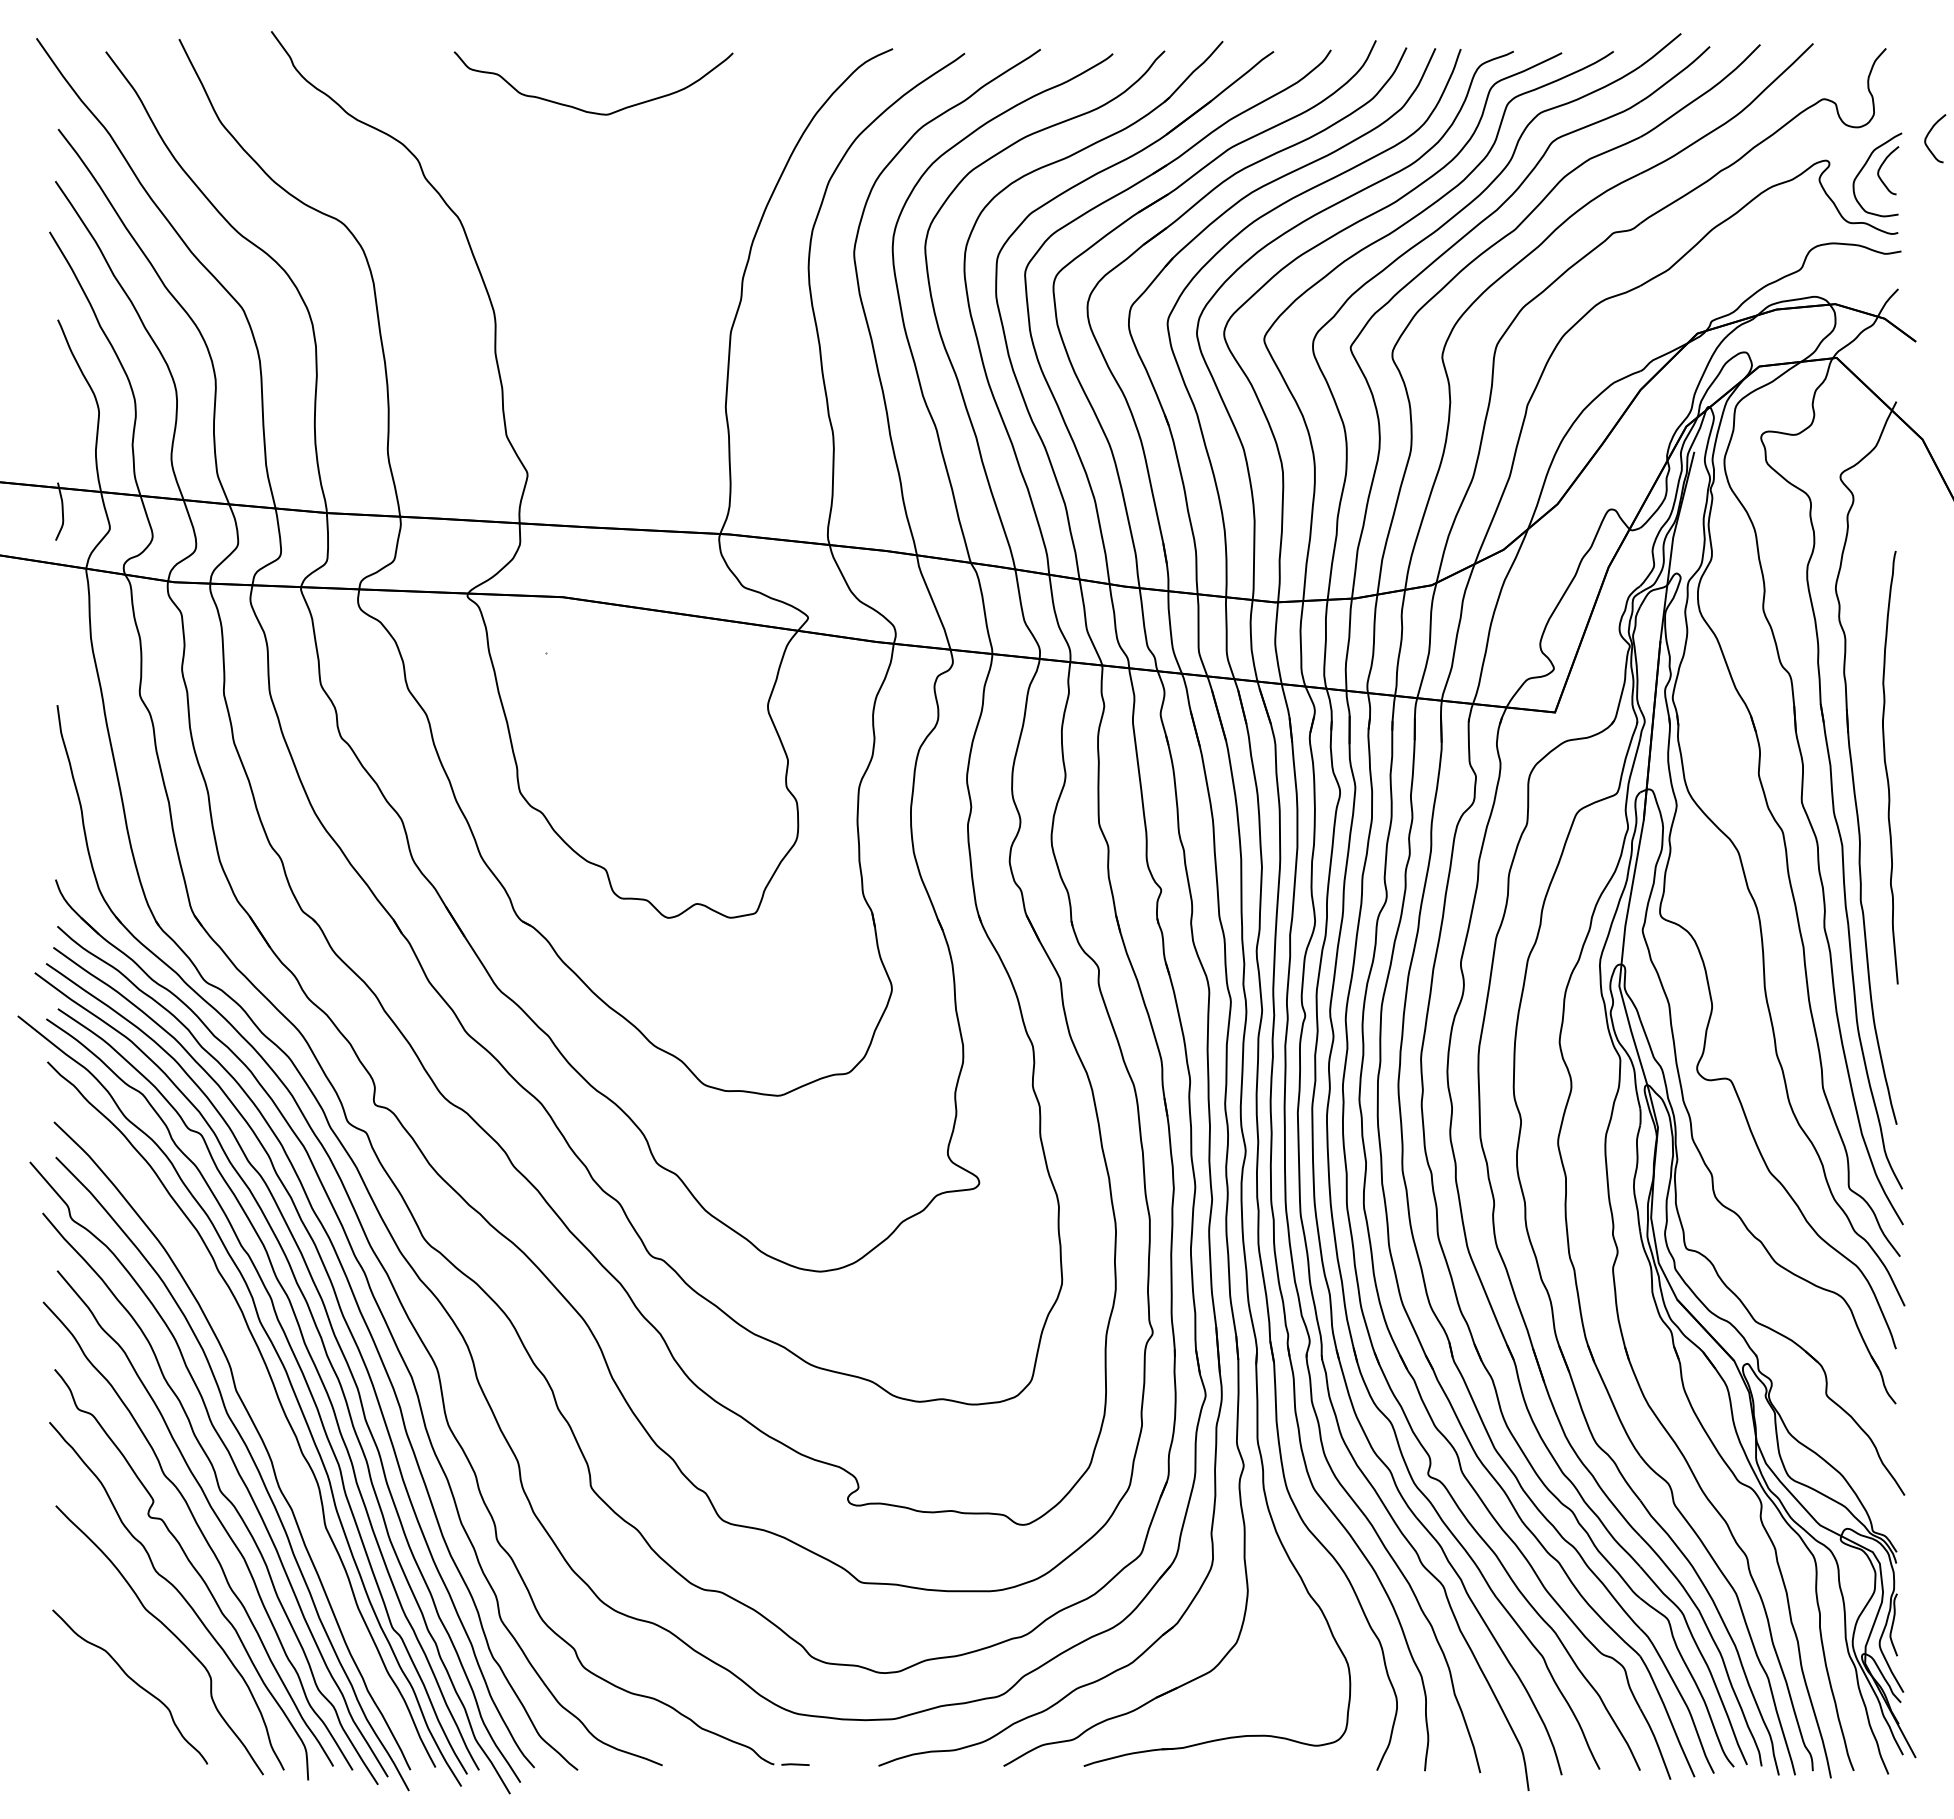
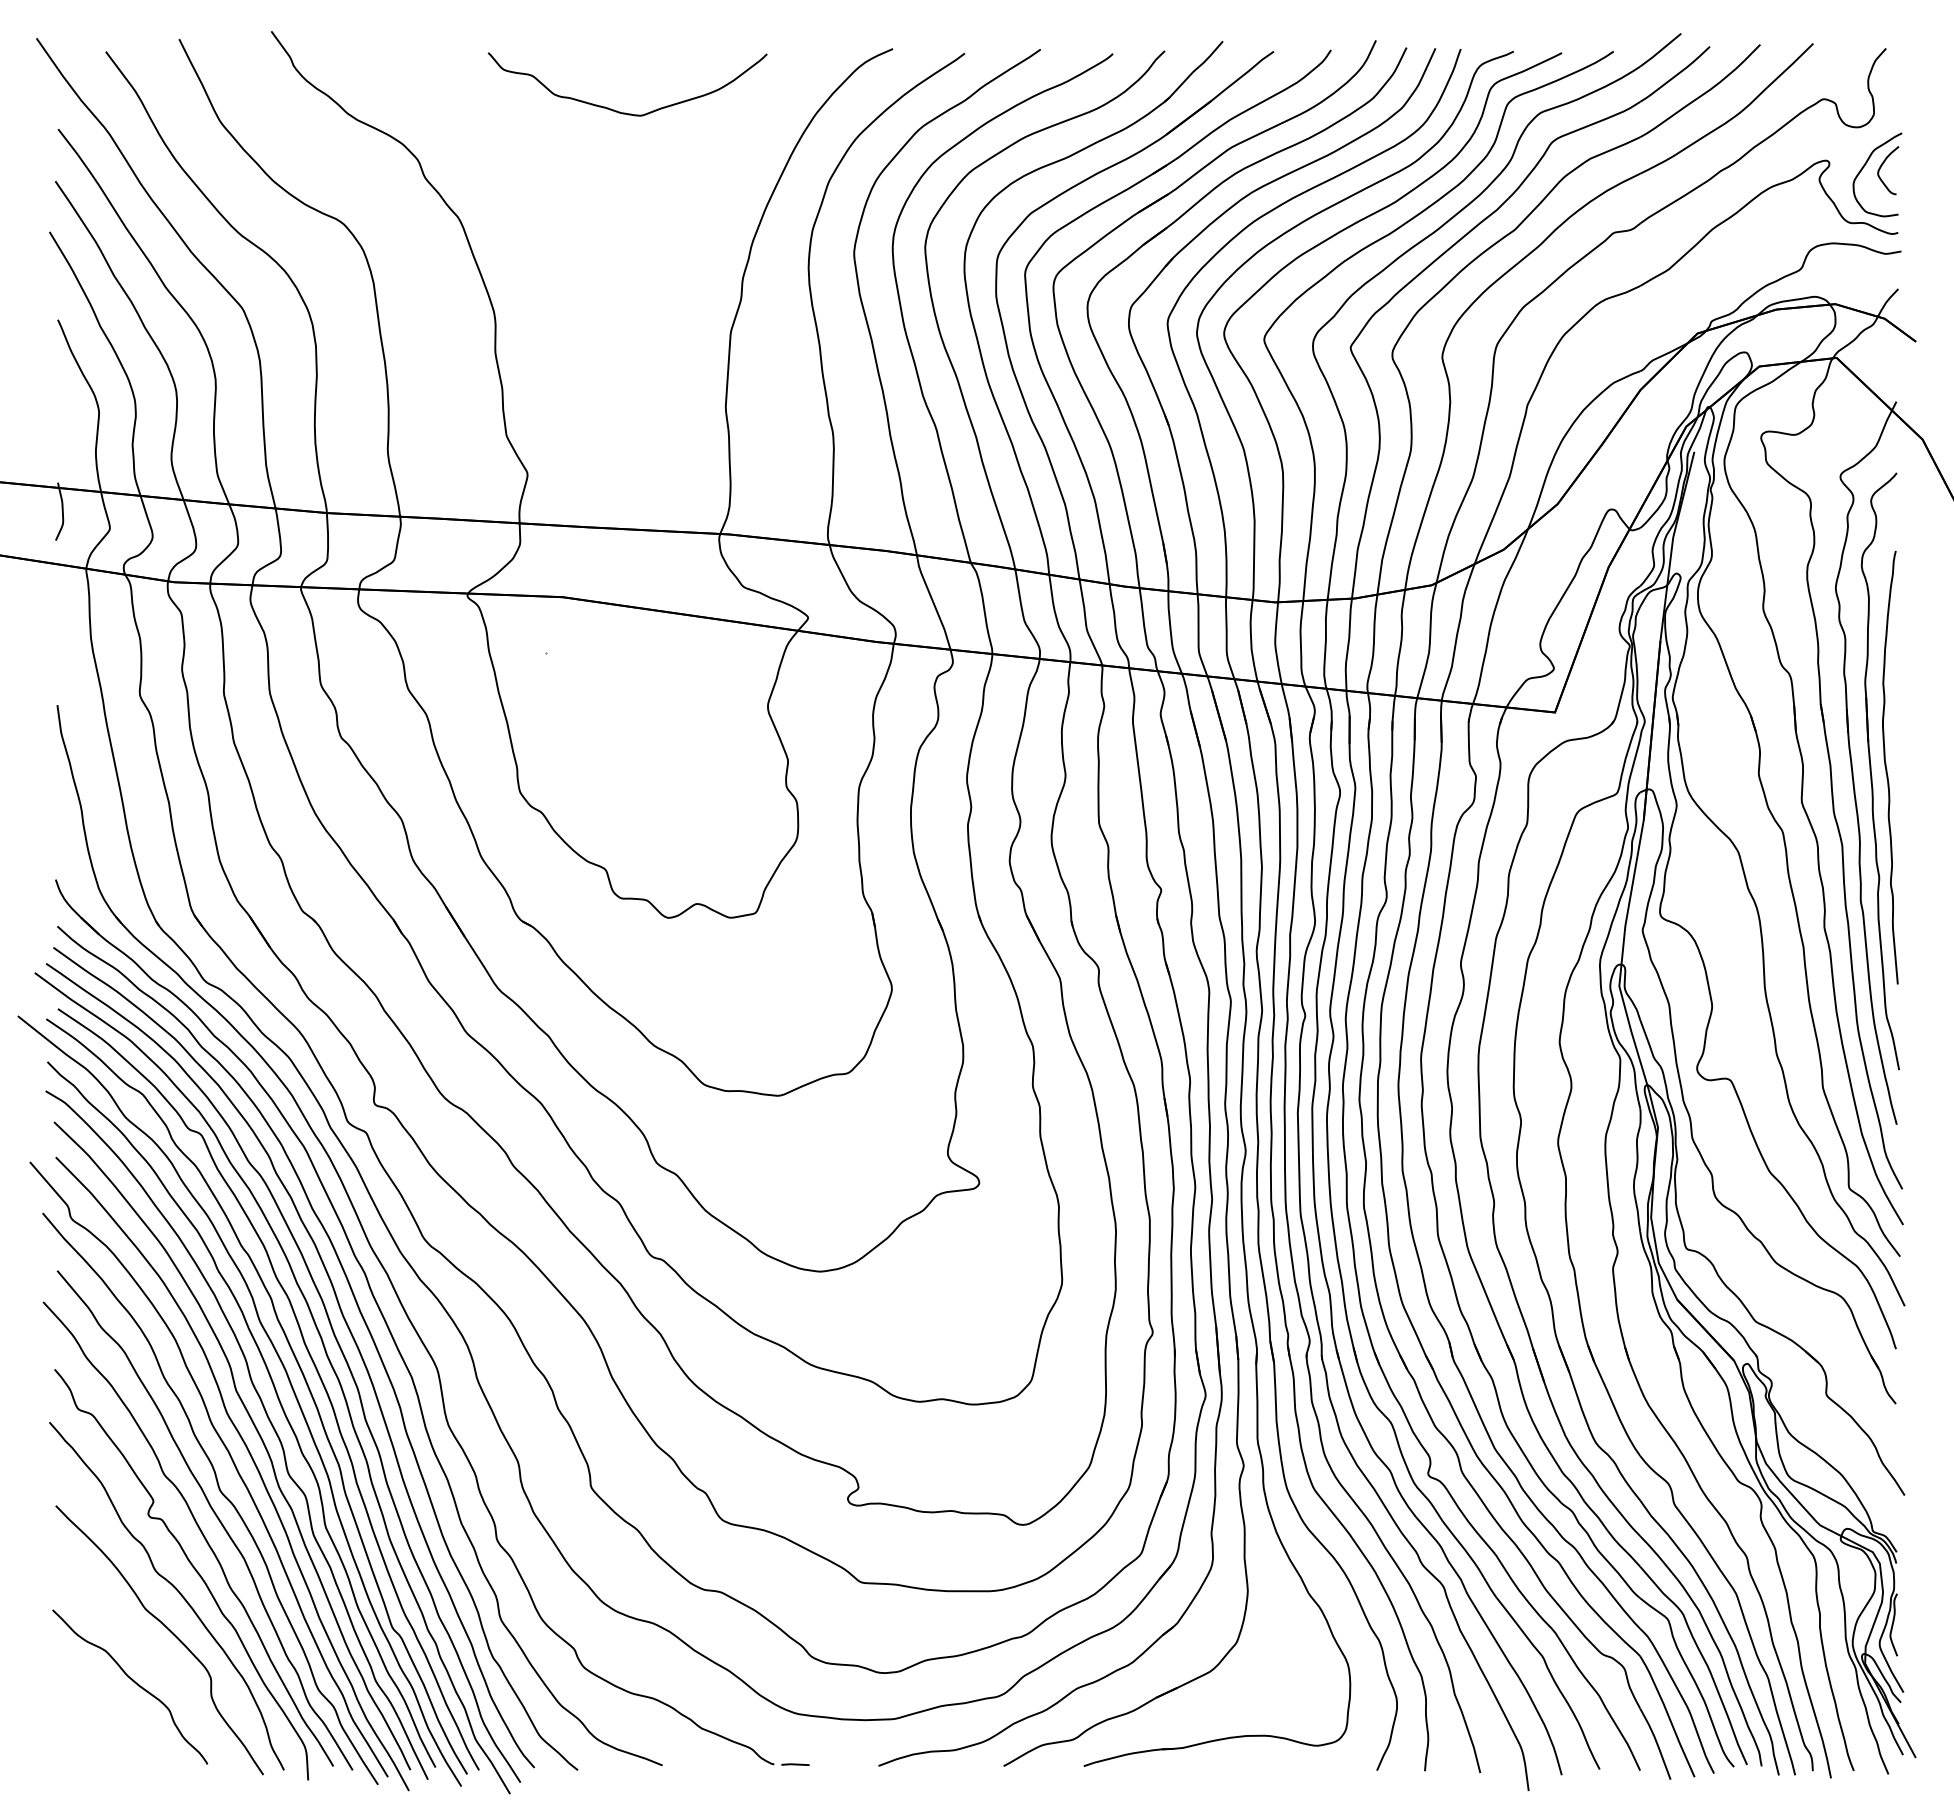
curve at (583, 109) position: (583, 109) -> (617, 110)
curve at (1928, 135): present -> none
part at (1871, 771): none -> present
curve at (267, 1418): none -> present
